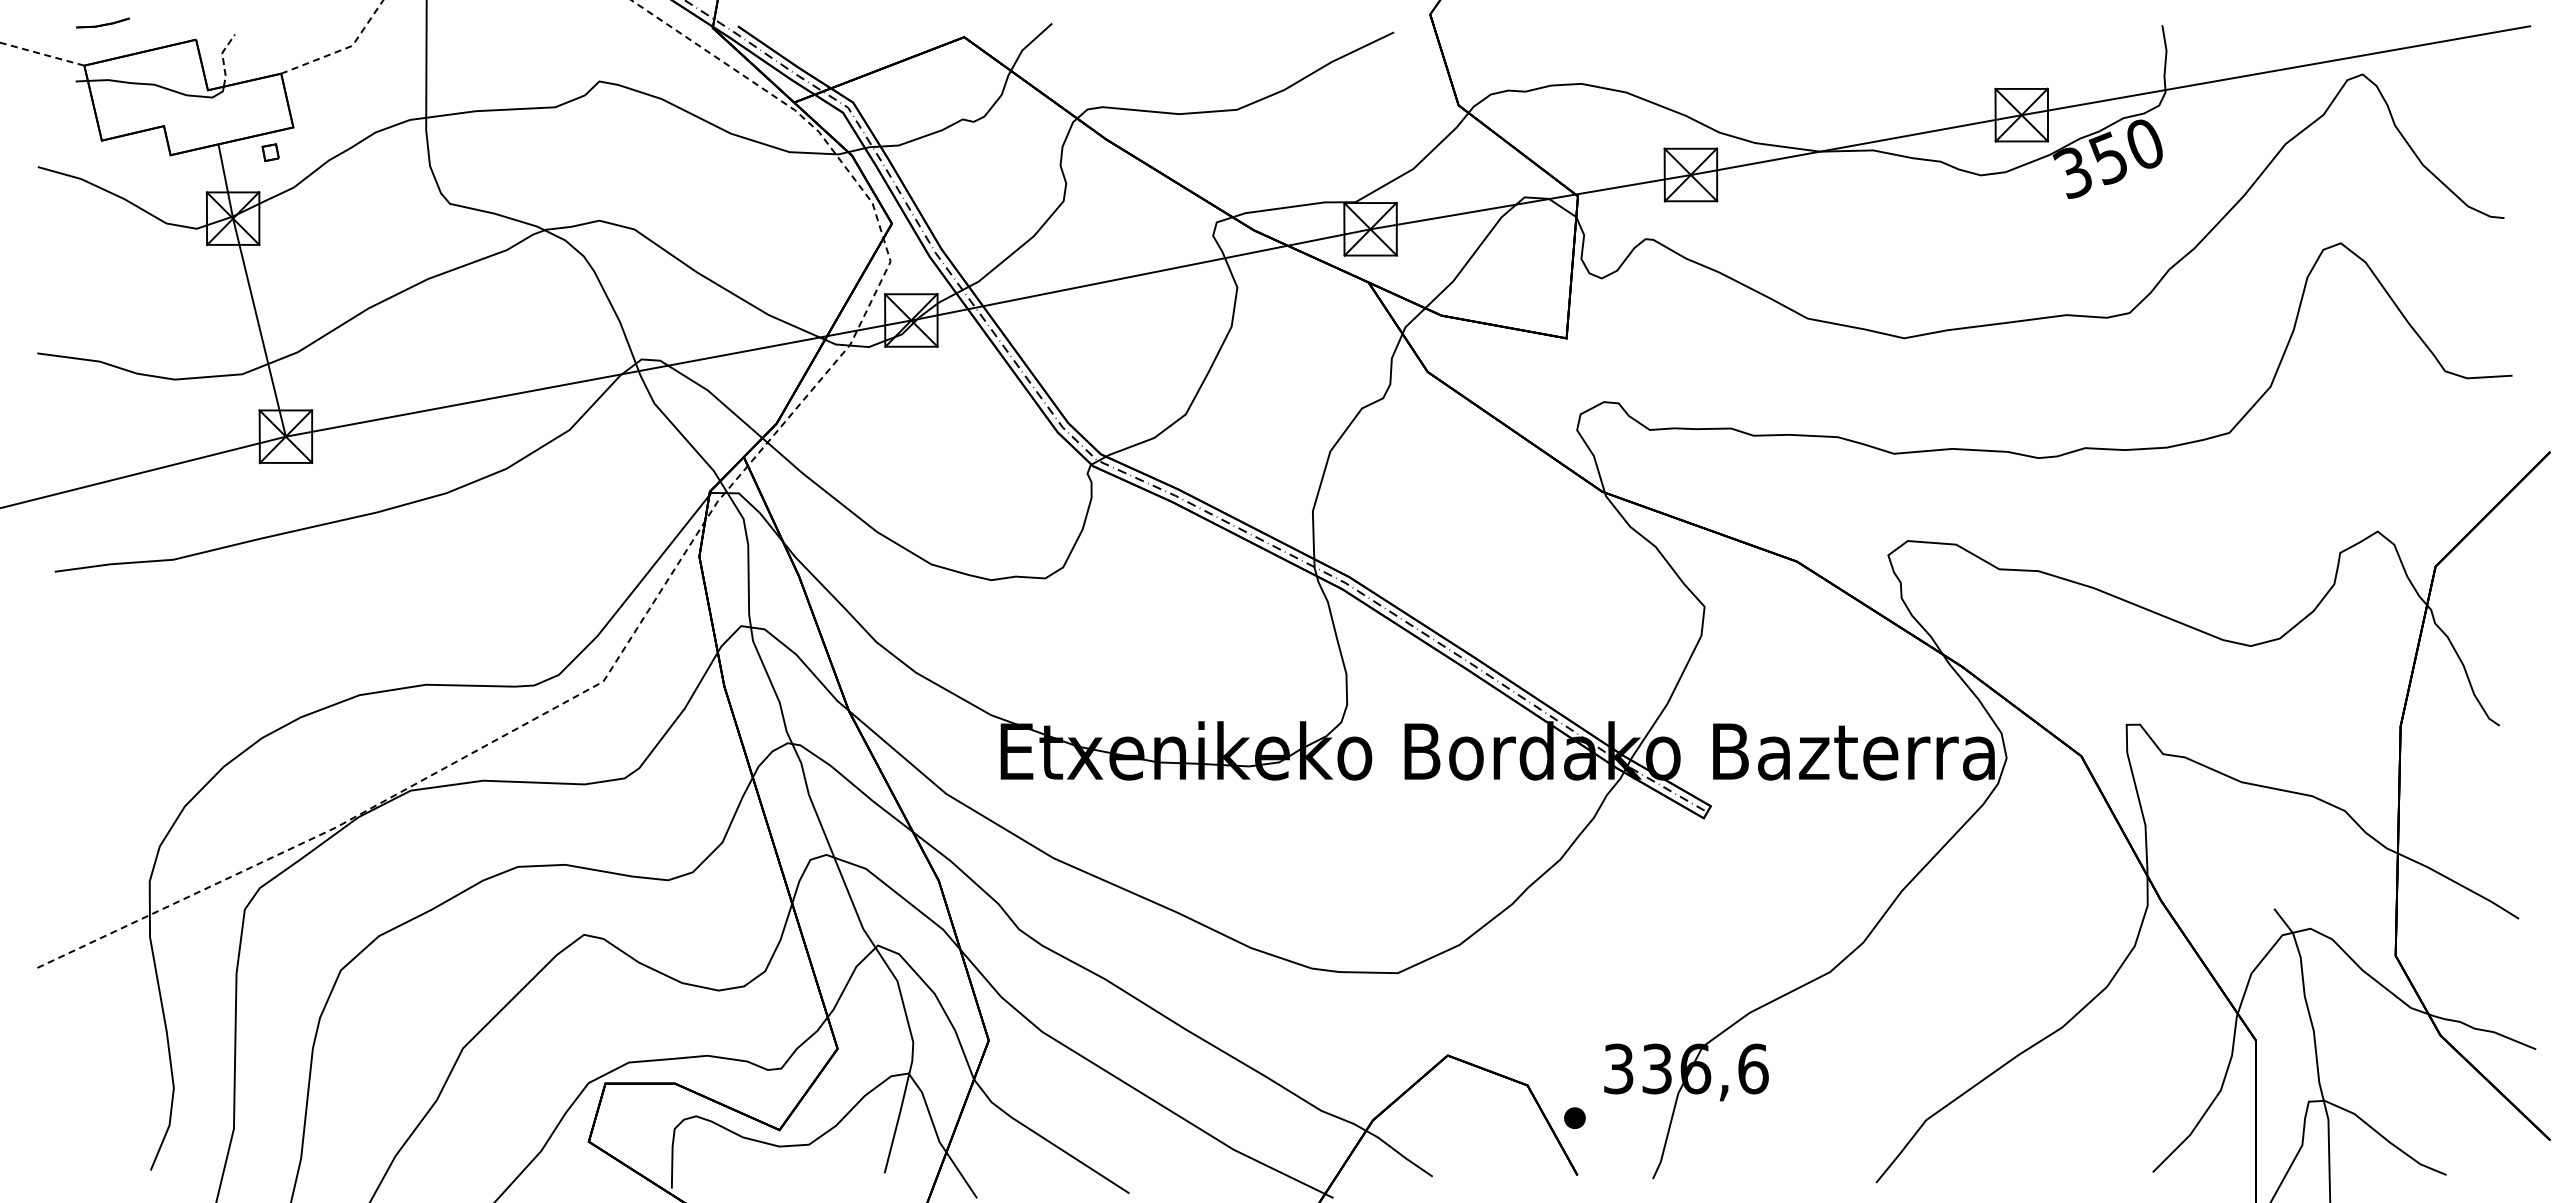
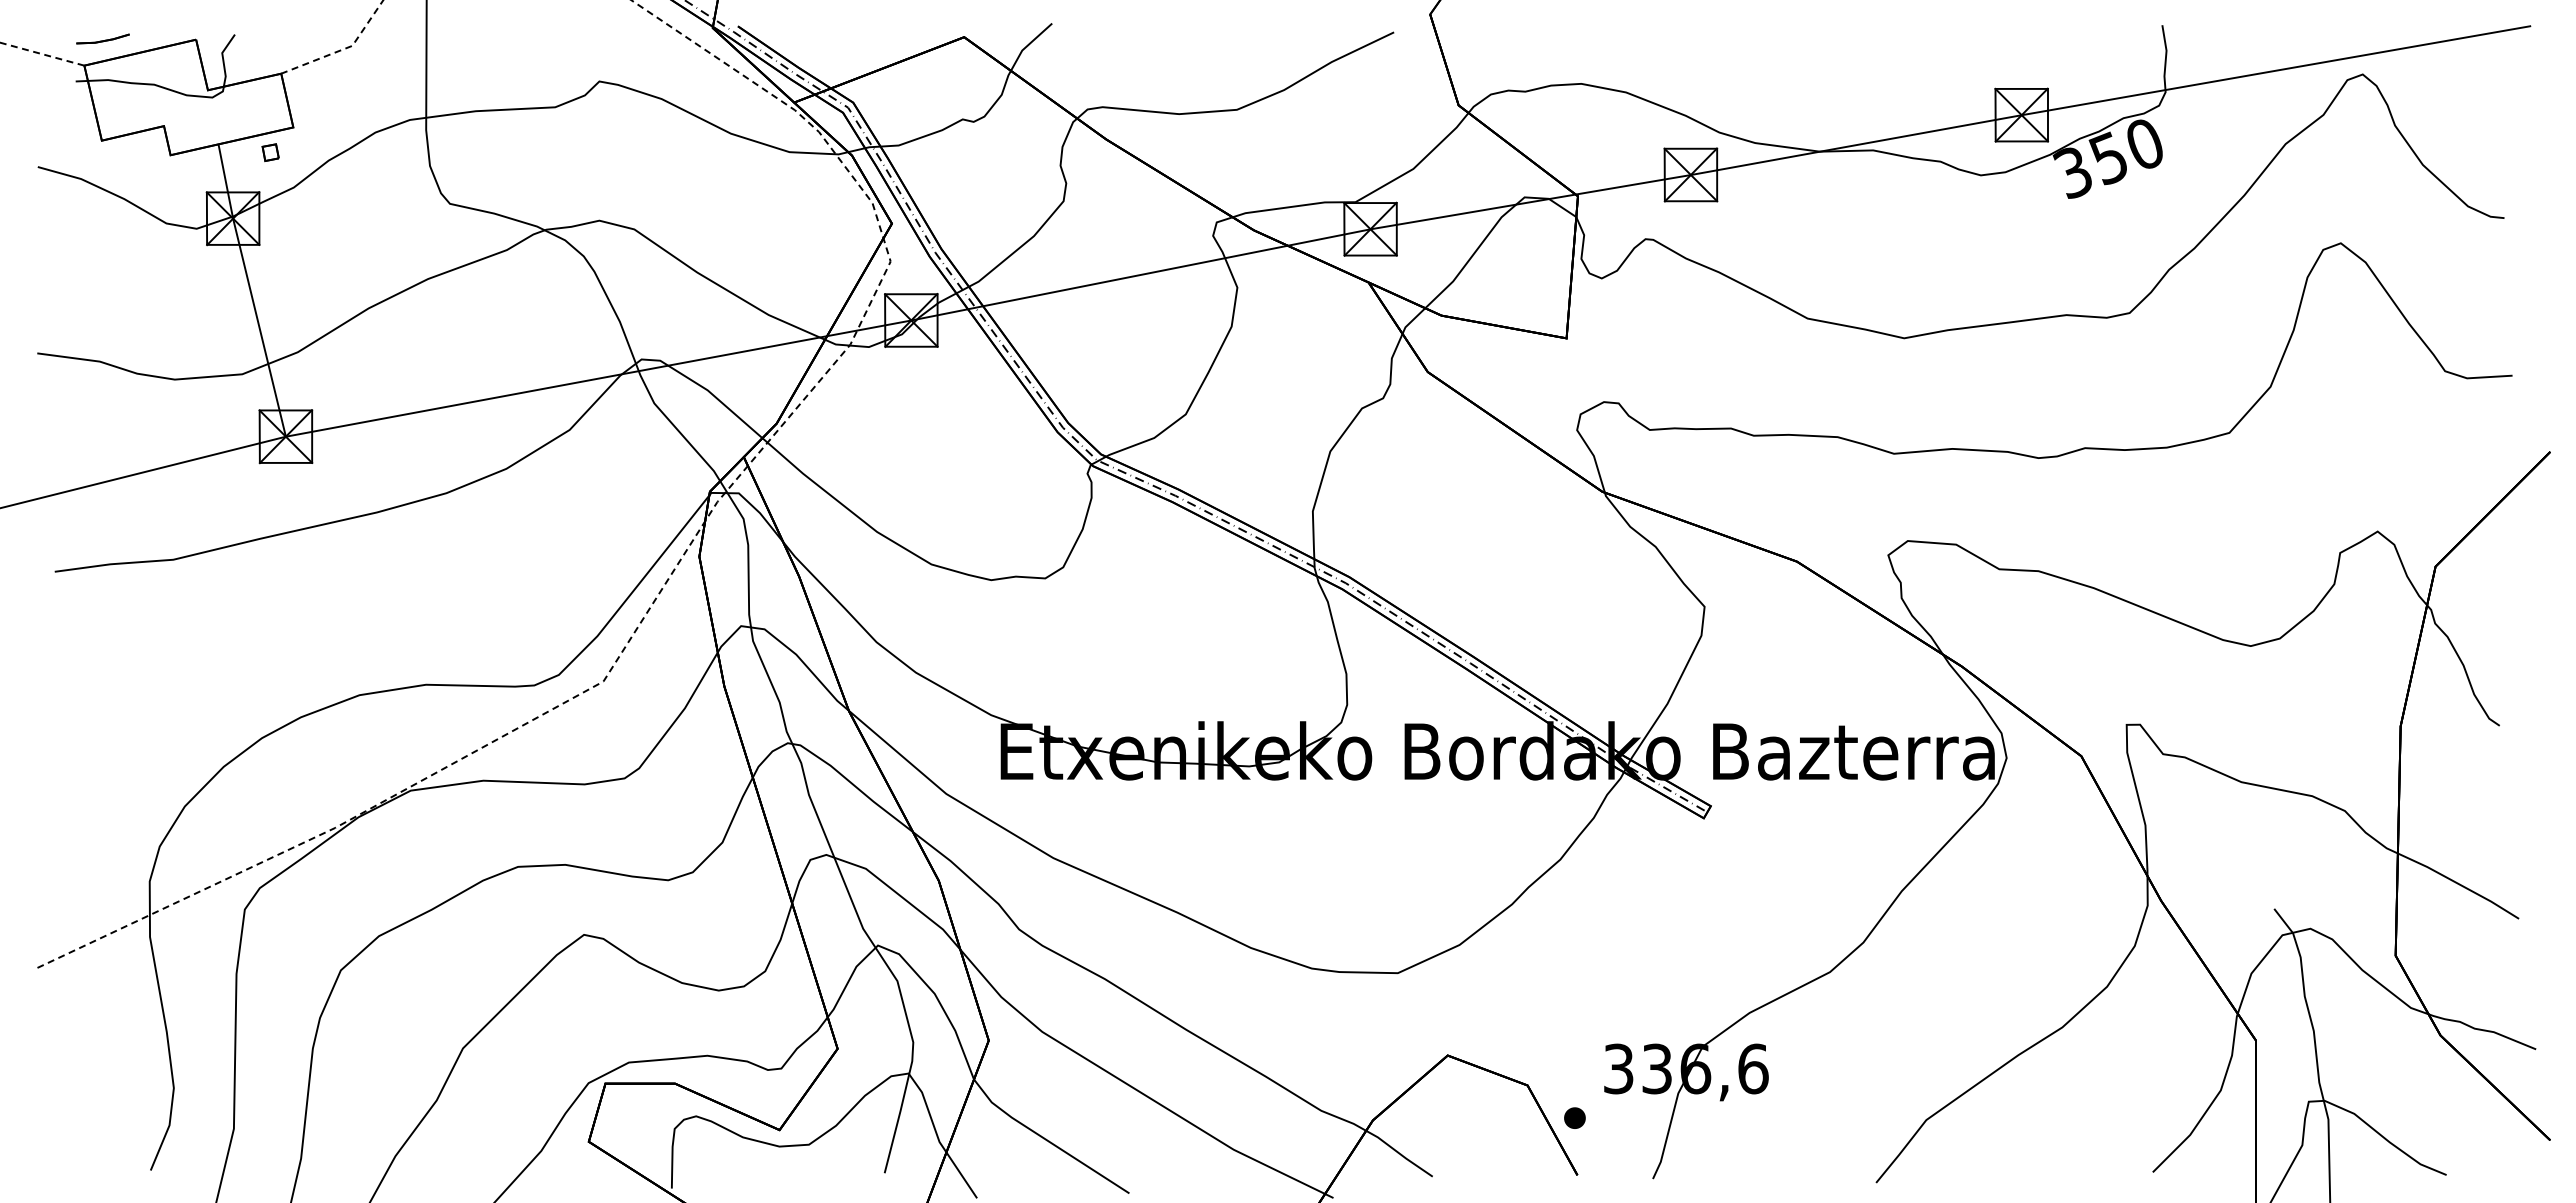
part at (102, 22) position: (102, 22) -> (102, 38)
line at (223, 58): dashed -> solid
